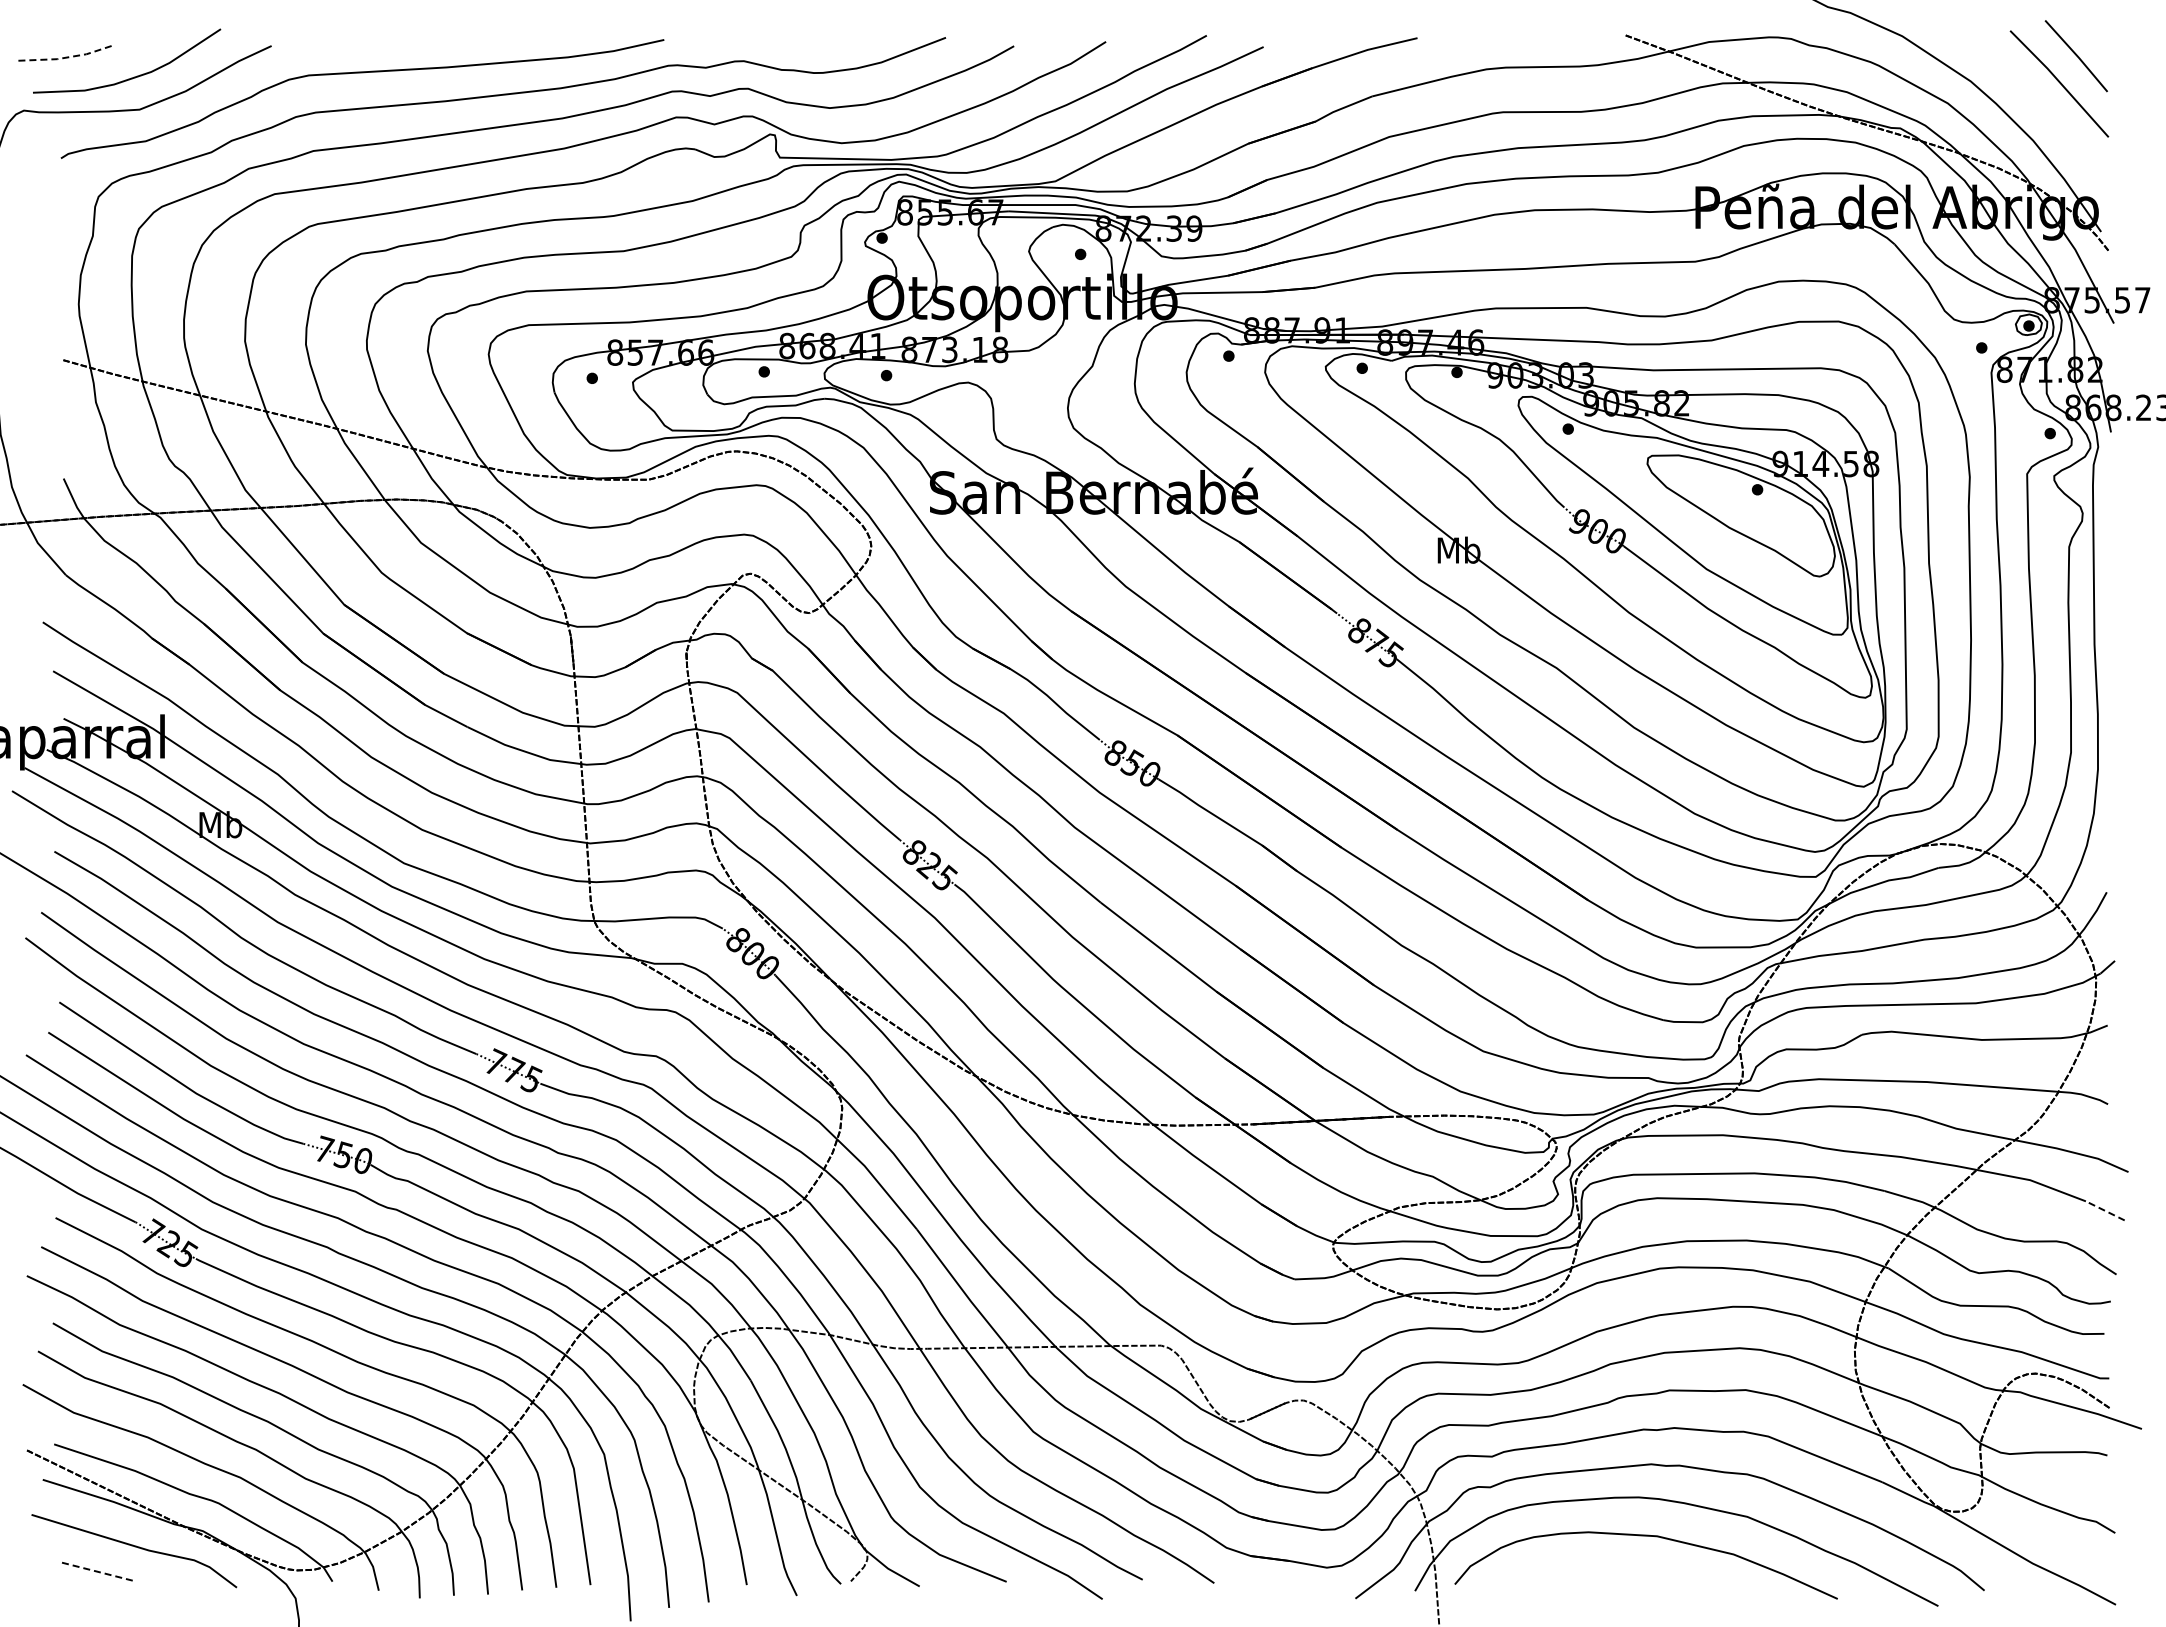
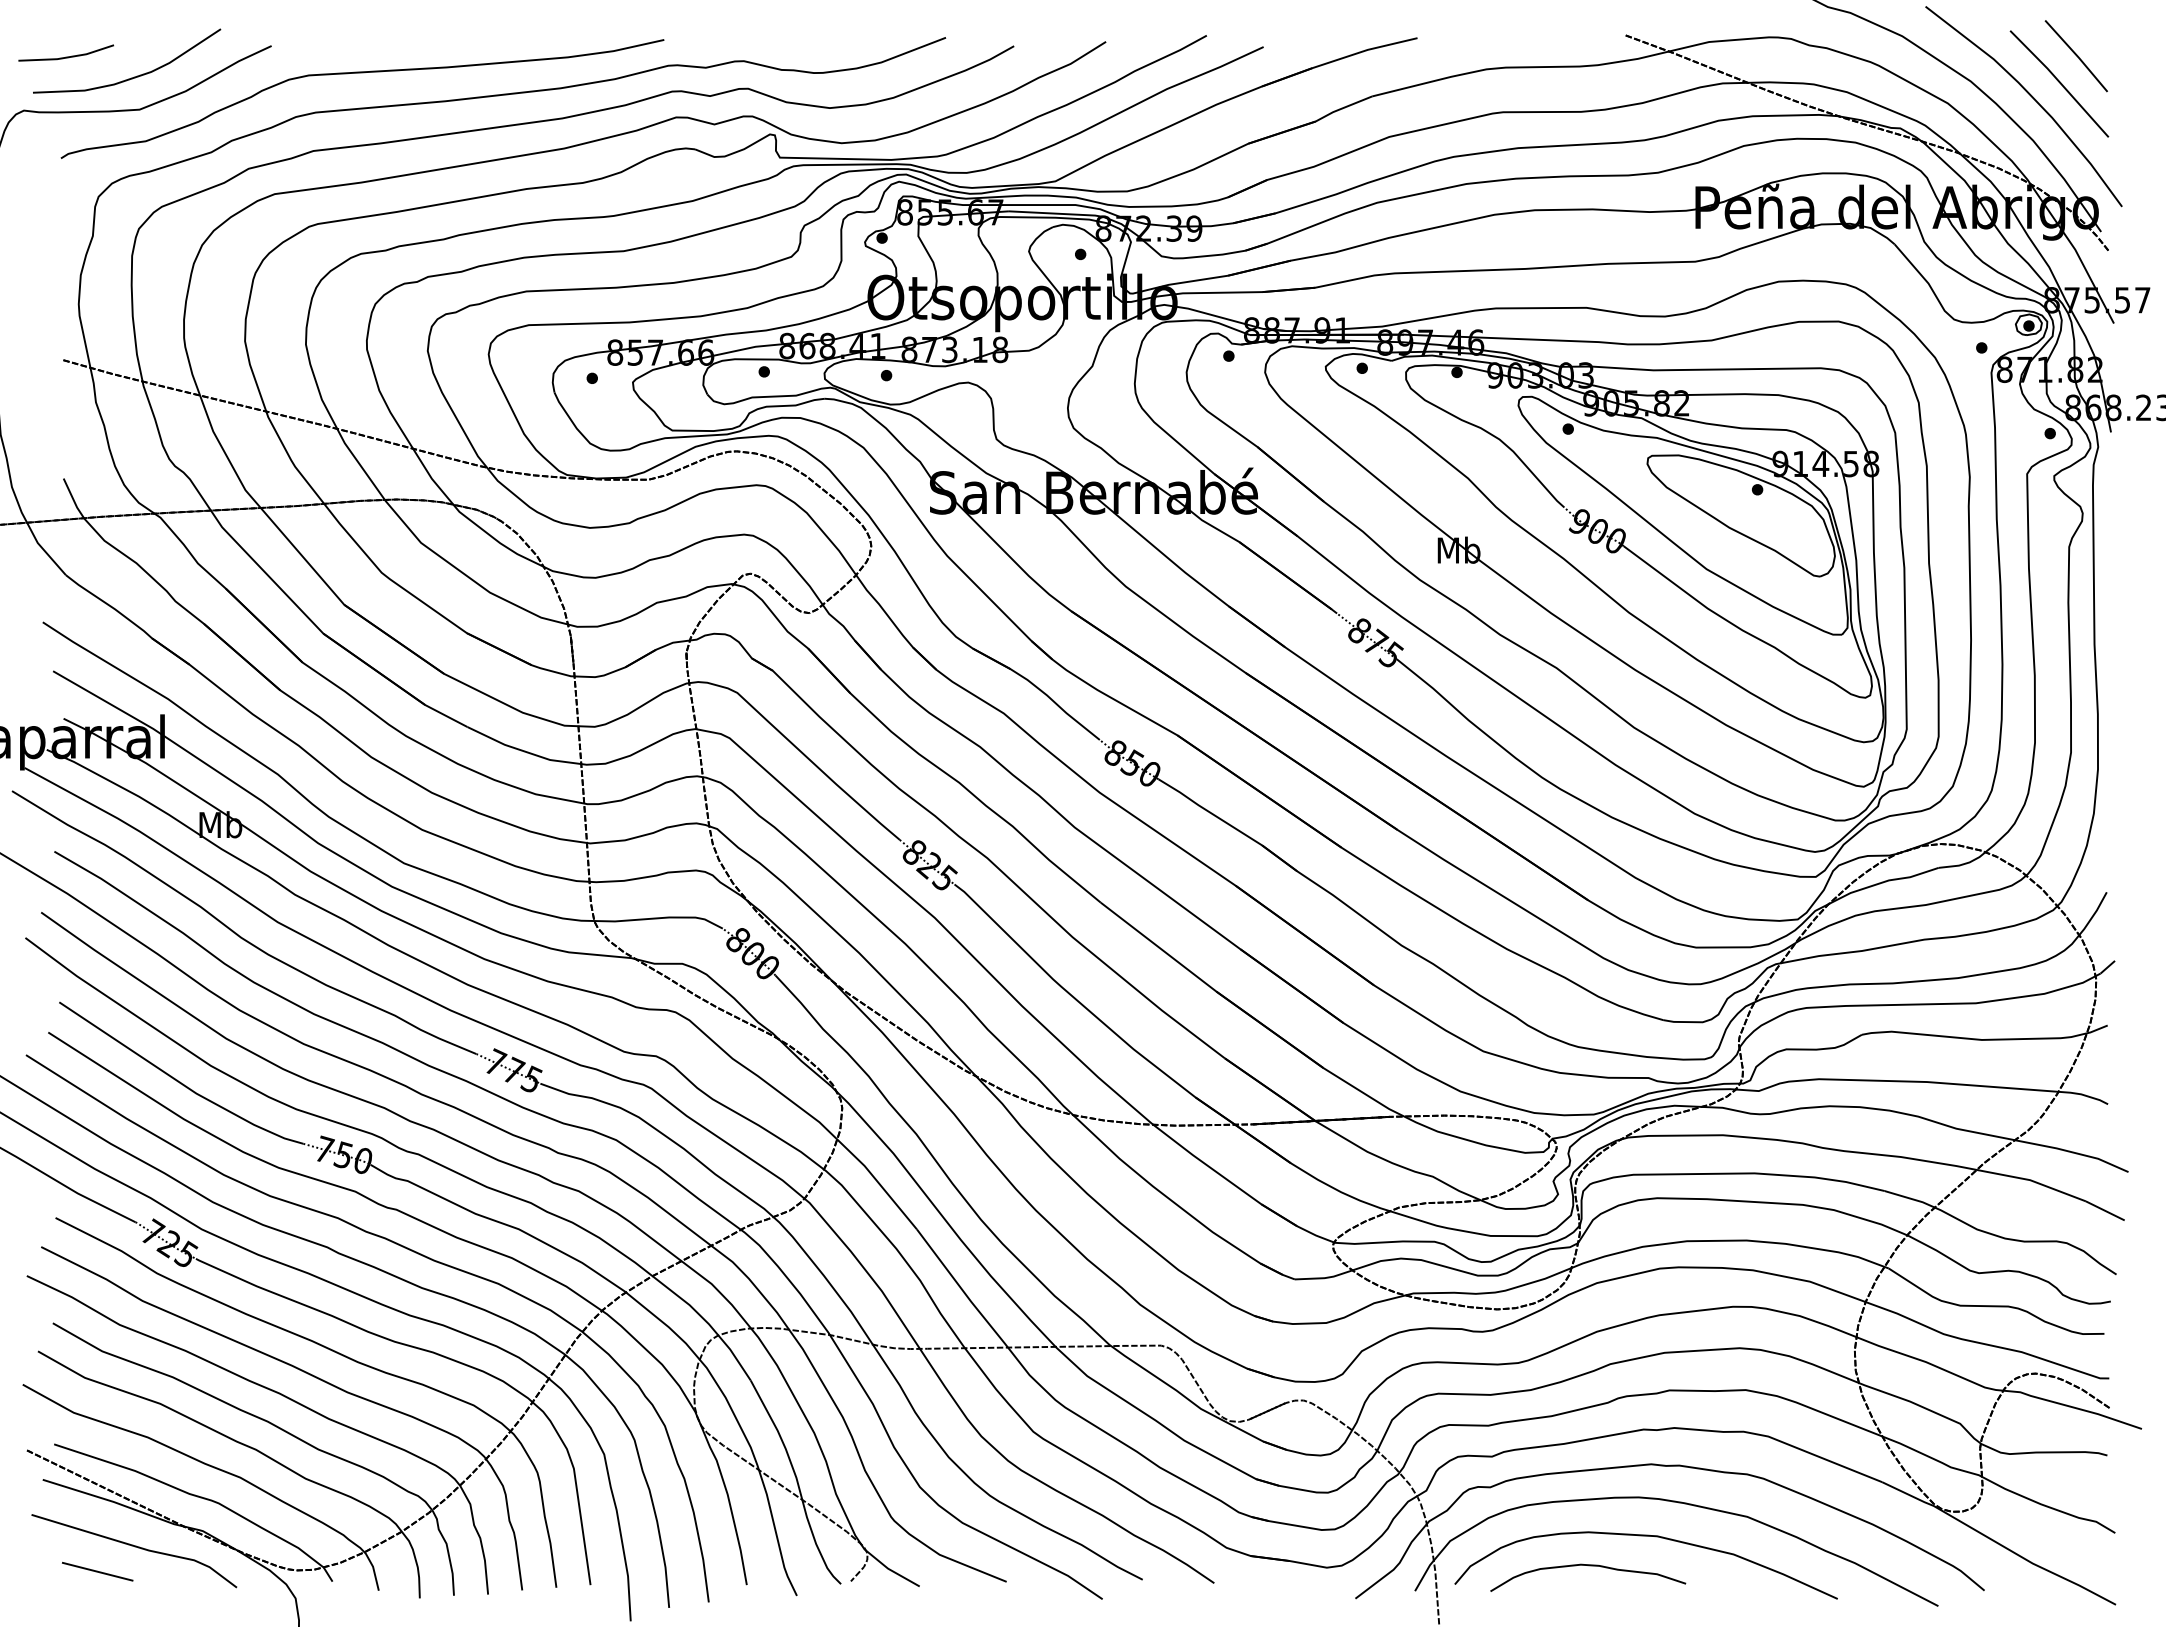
line at (67, 57): dashed -> solid
curve at (2031, 97): none -> present
line at (2105, 1210): dashed -> solid
curve at (1588, 1566): none -> present
line at (97, 1571): dashed -> solid
